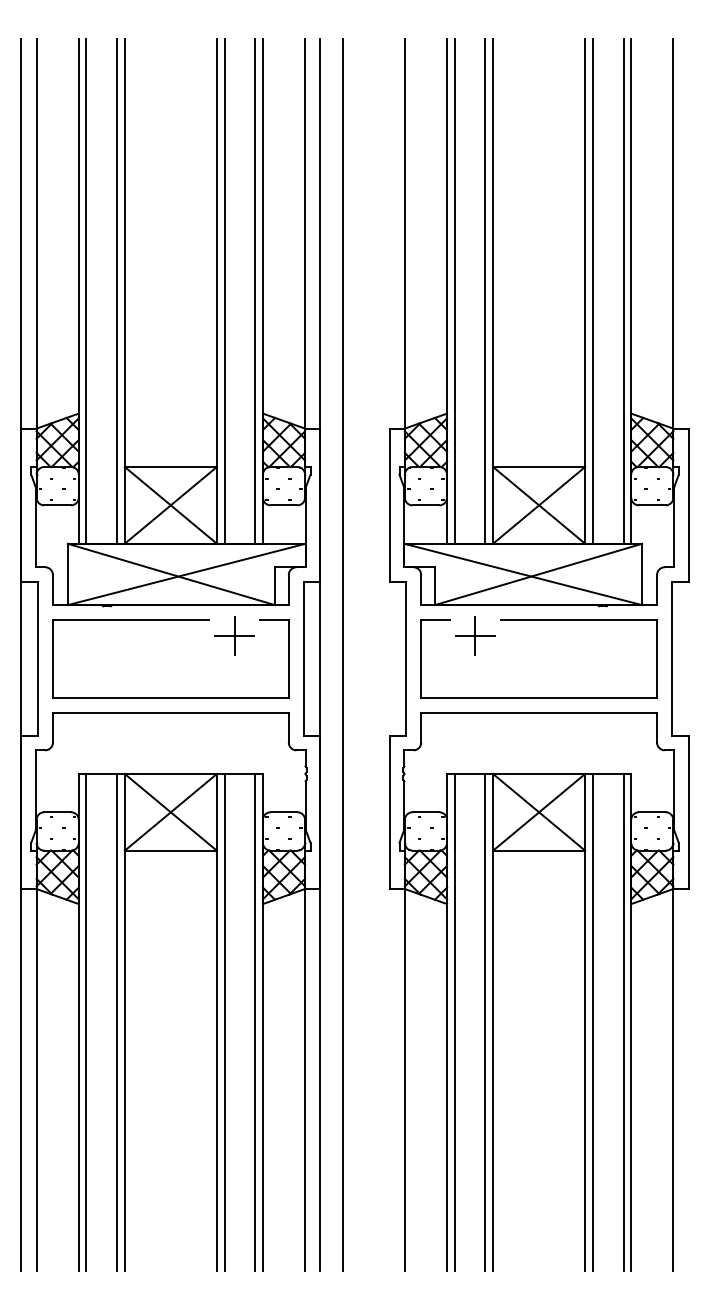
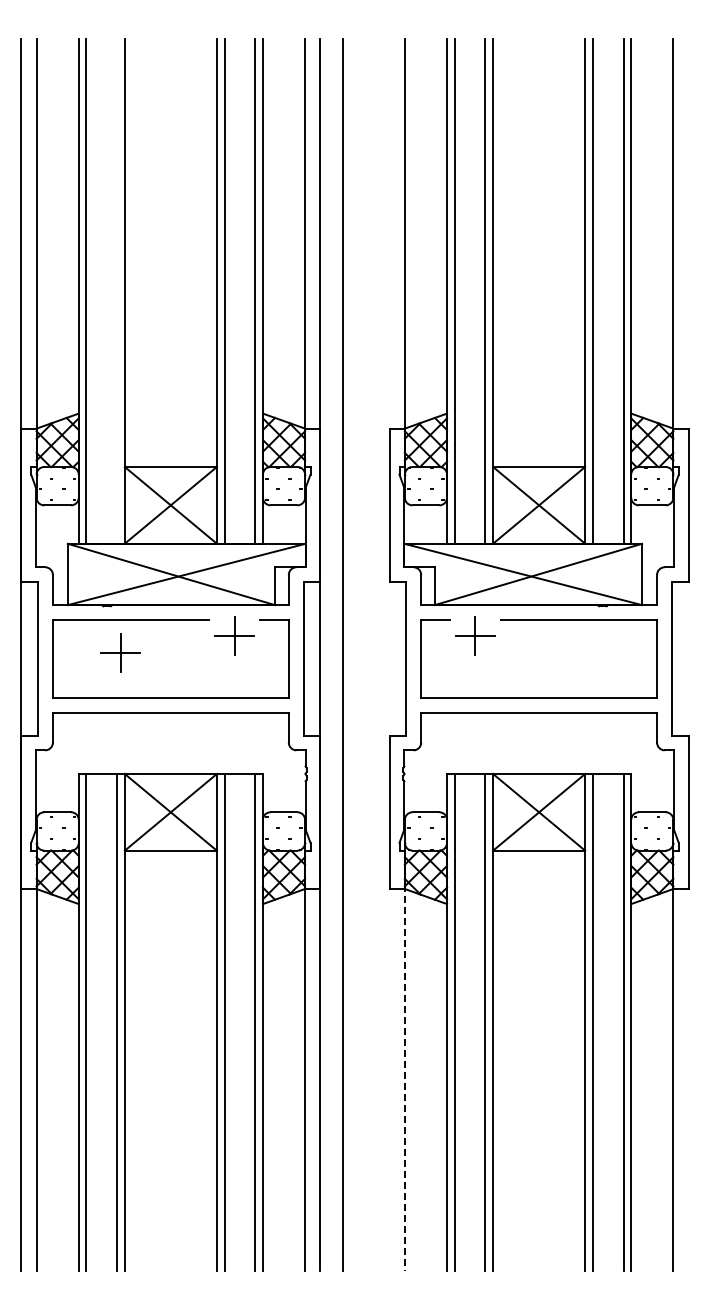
line at (117, 291): present -> none
part at (120, 652): none -> present
line at (404, 1077): solid -> dashed
